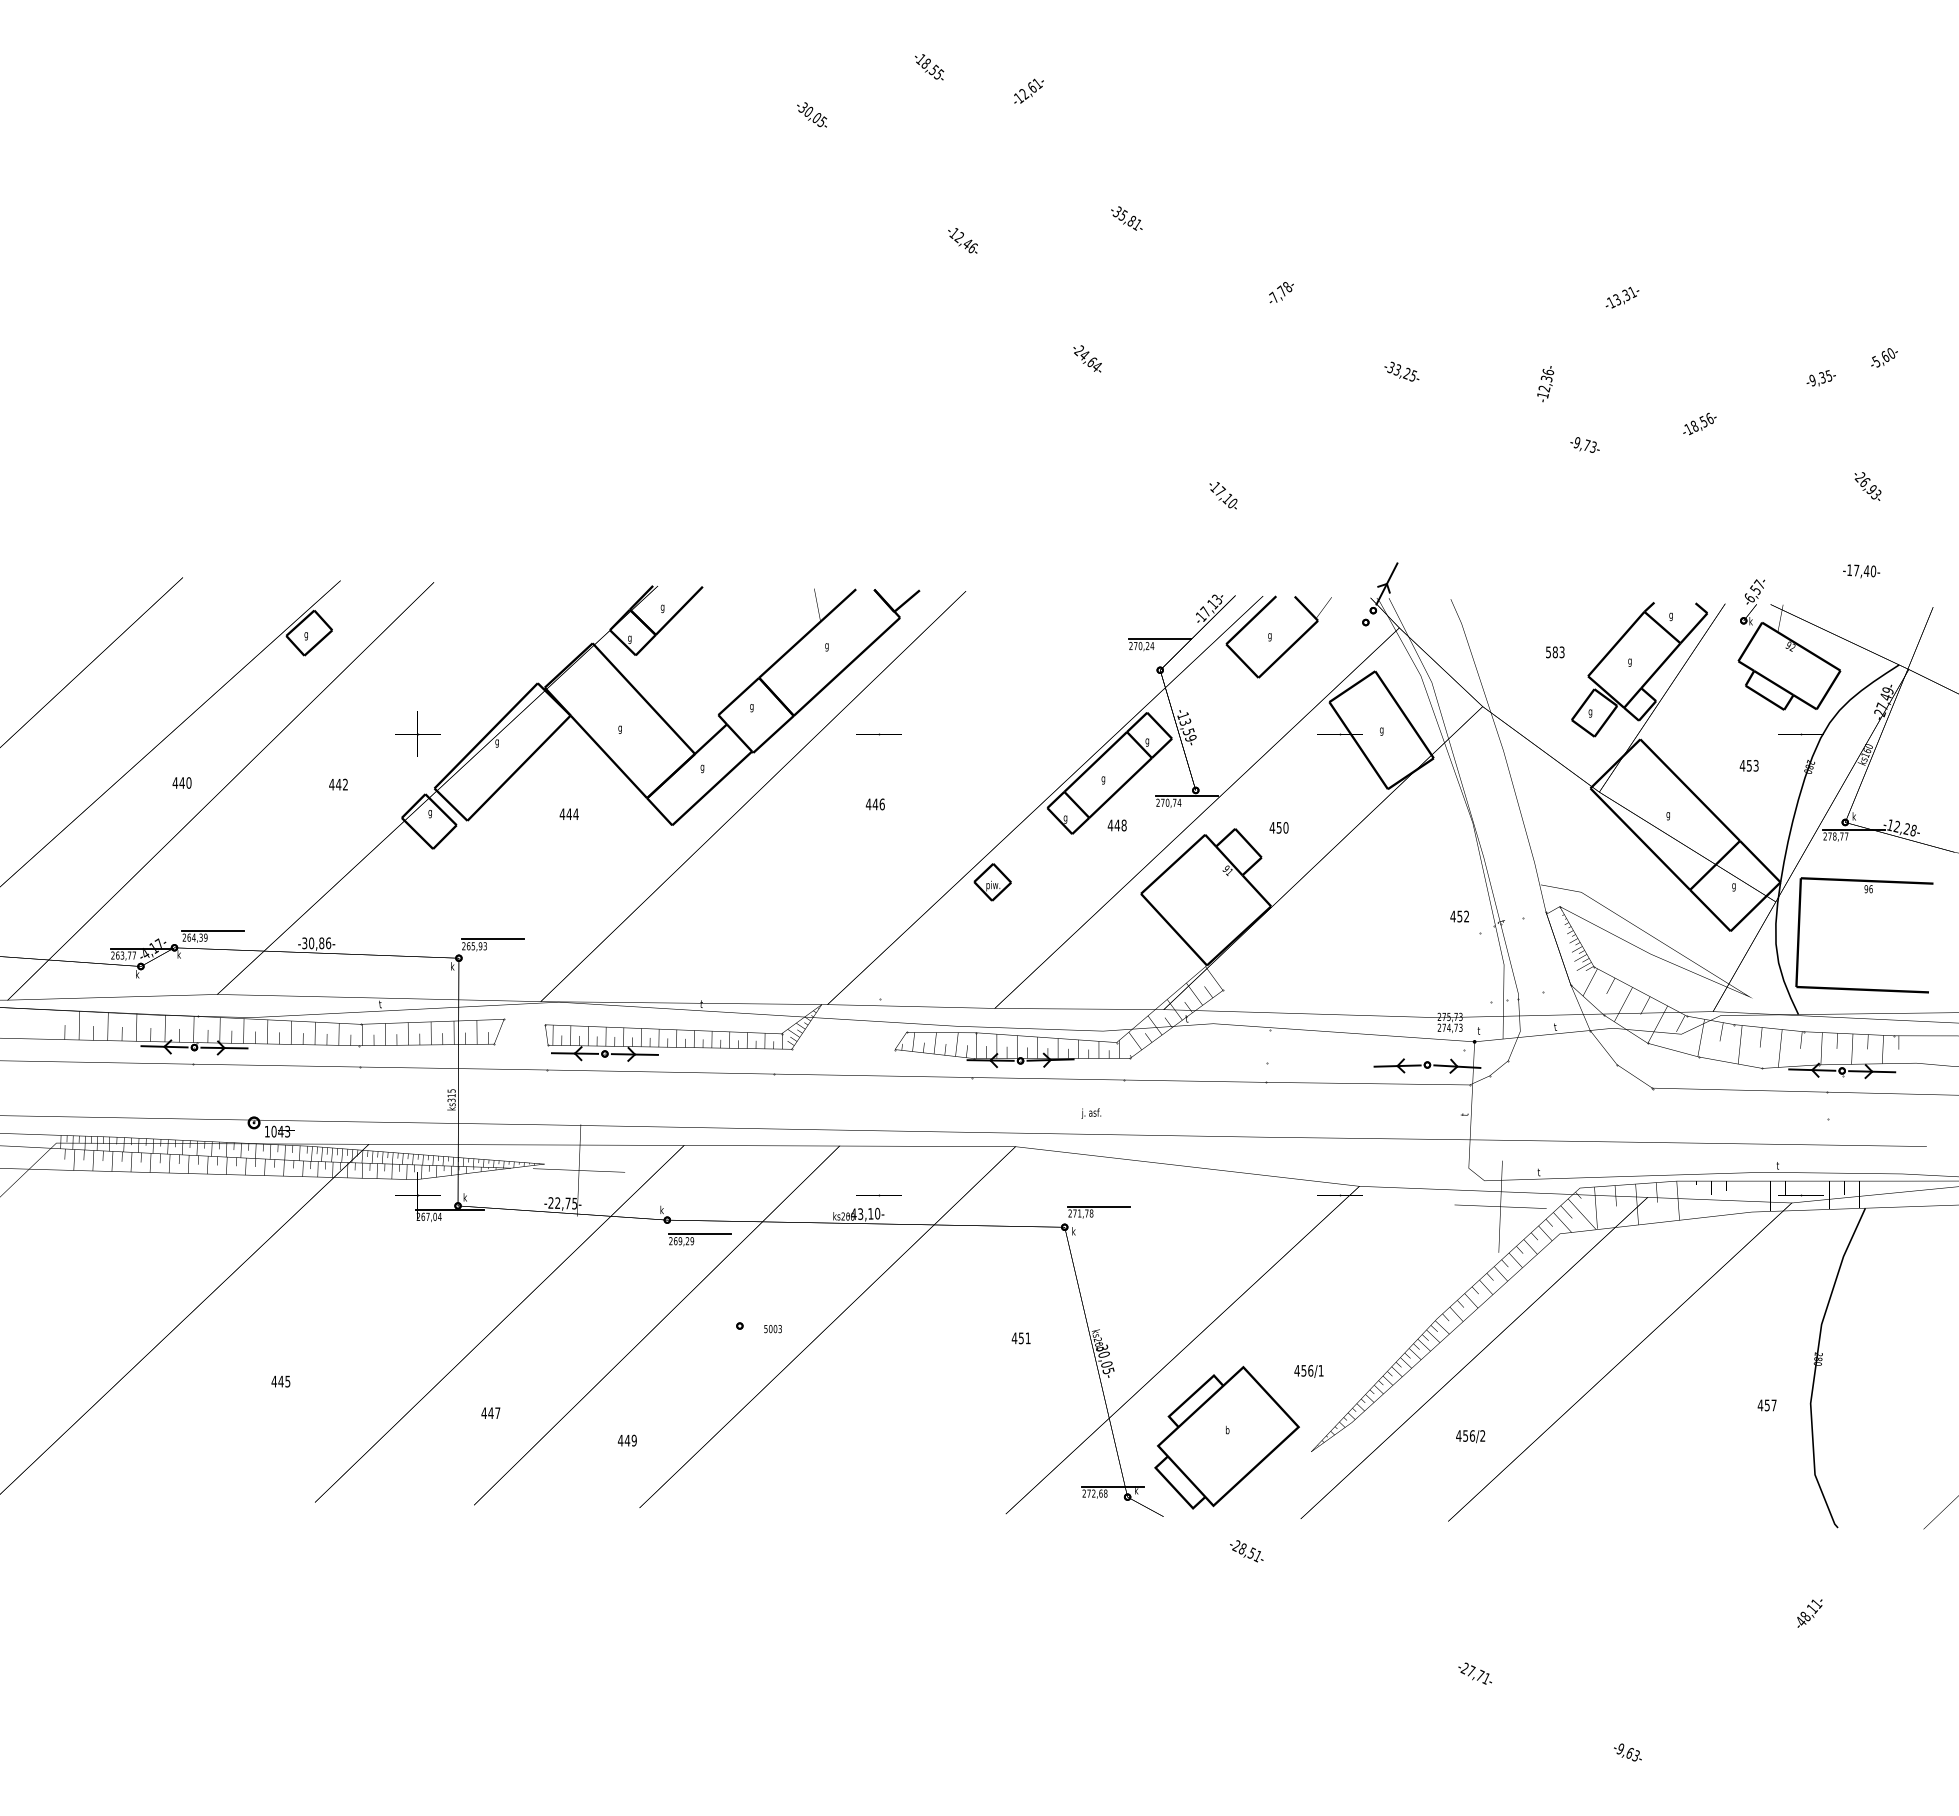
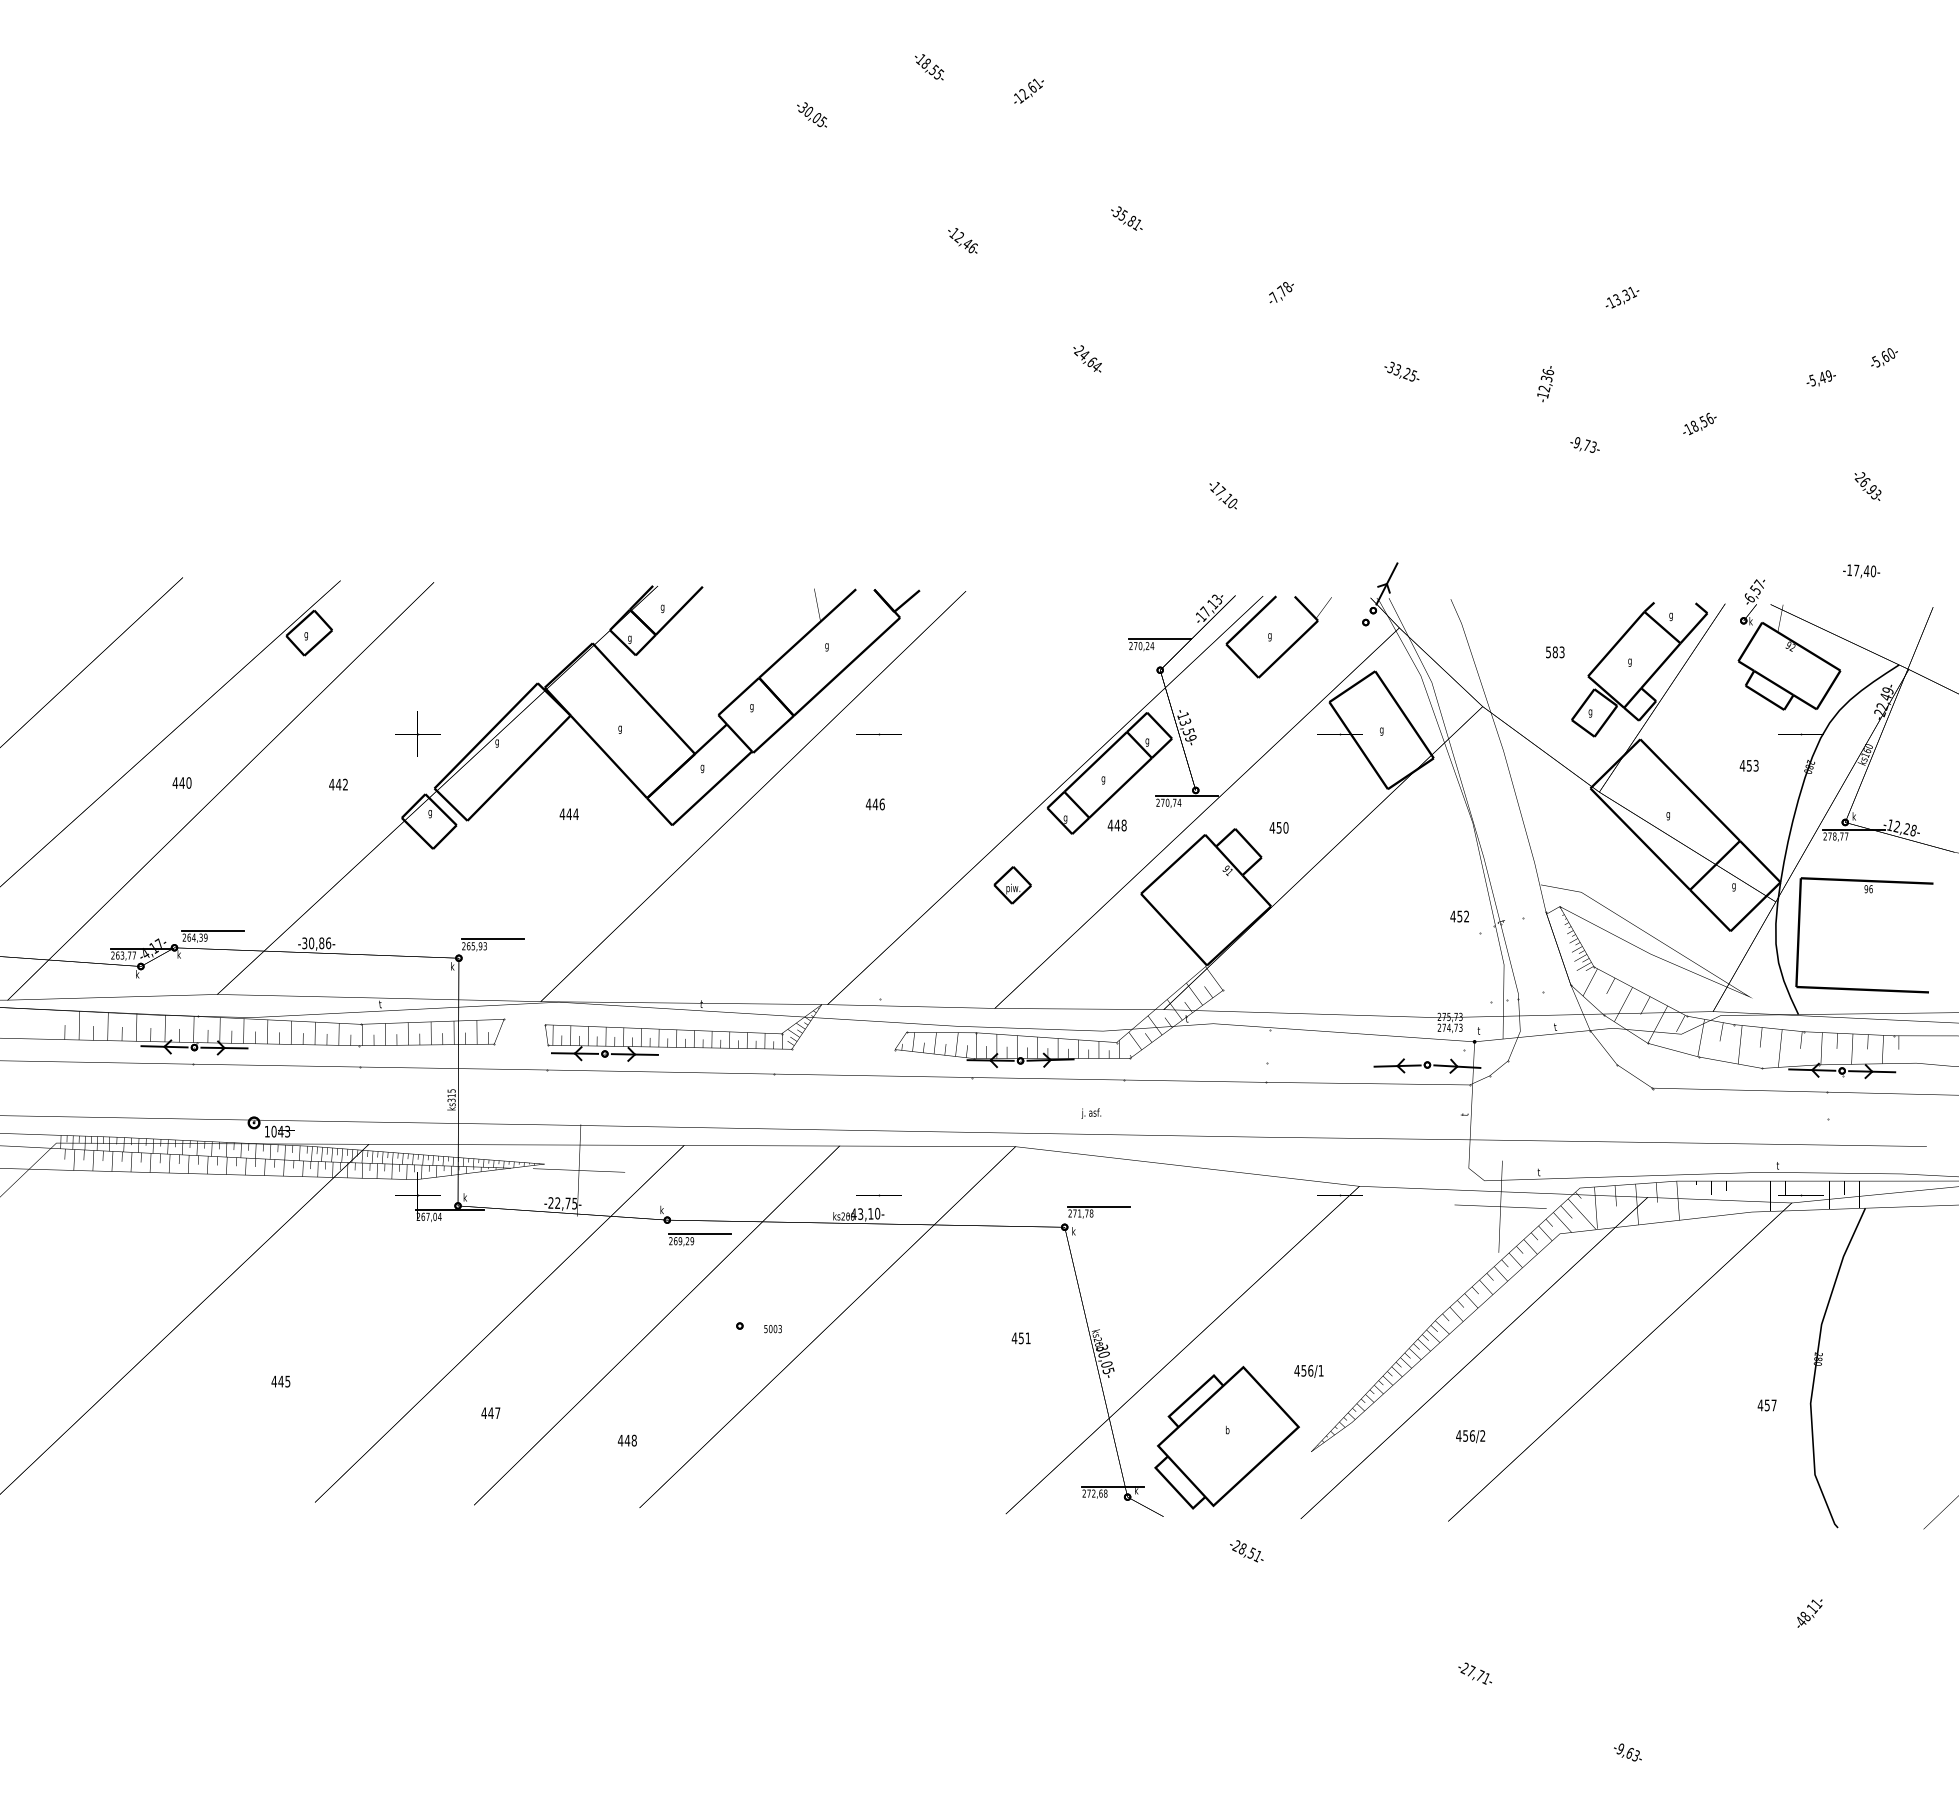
text at (1820, 378): -9,35- -> -5,49-
text at (1882, 706): -27,49- -> -22,49-
text at (992, 882) position: (992, 882) -> (1012, 885)
text at (633, 1440): 449 -> 448
